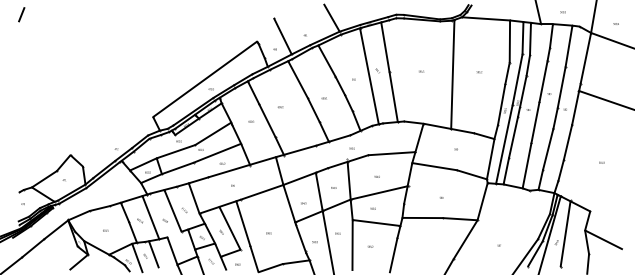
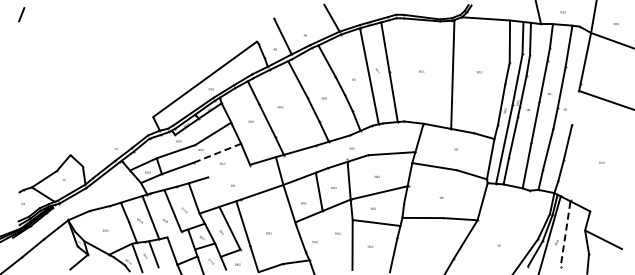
line at (575, 107): present -> none
line at (217, 153): solid -> dashed
line at (228, 171): present -> none
line at (565, 234): solid -> dashed
line at (327, 241): present -> none
